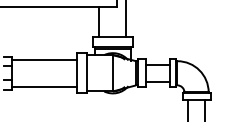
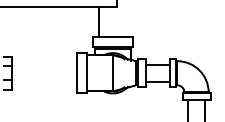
line at (126, 19): present -> none
line at (44, 59): present -> none
line at (44, 86): present -> none
